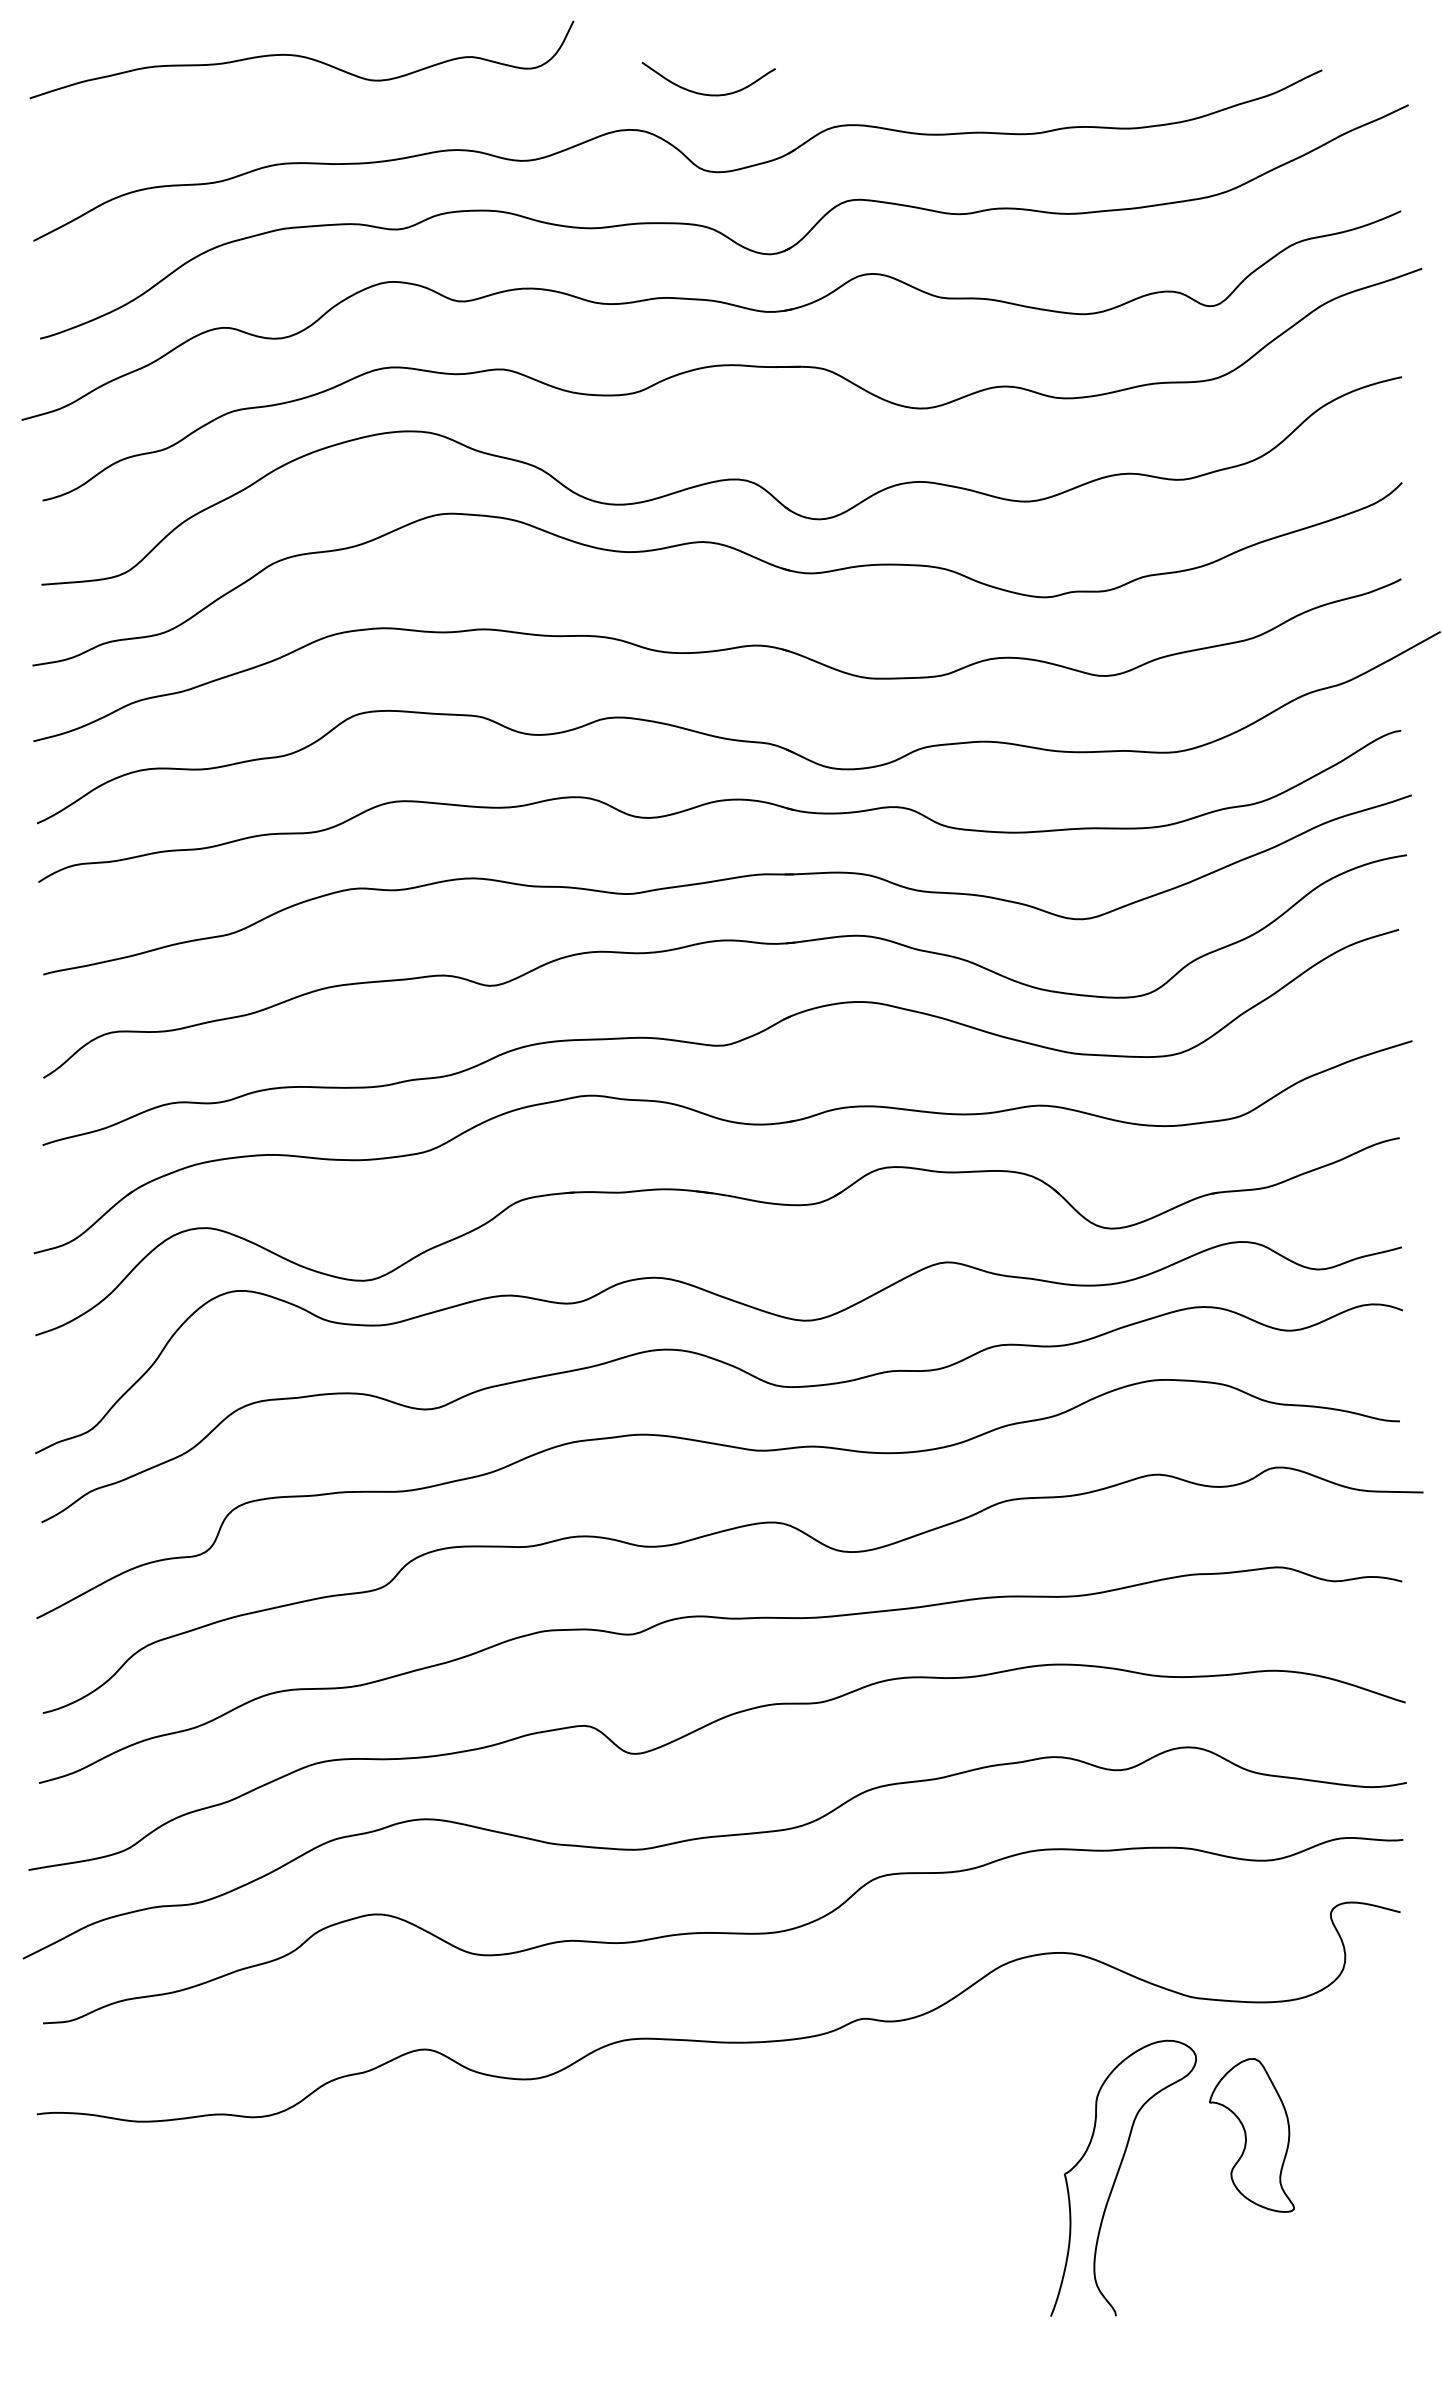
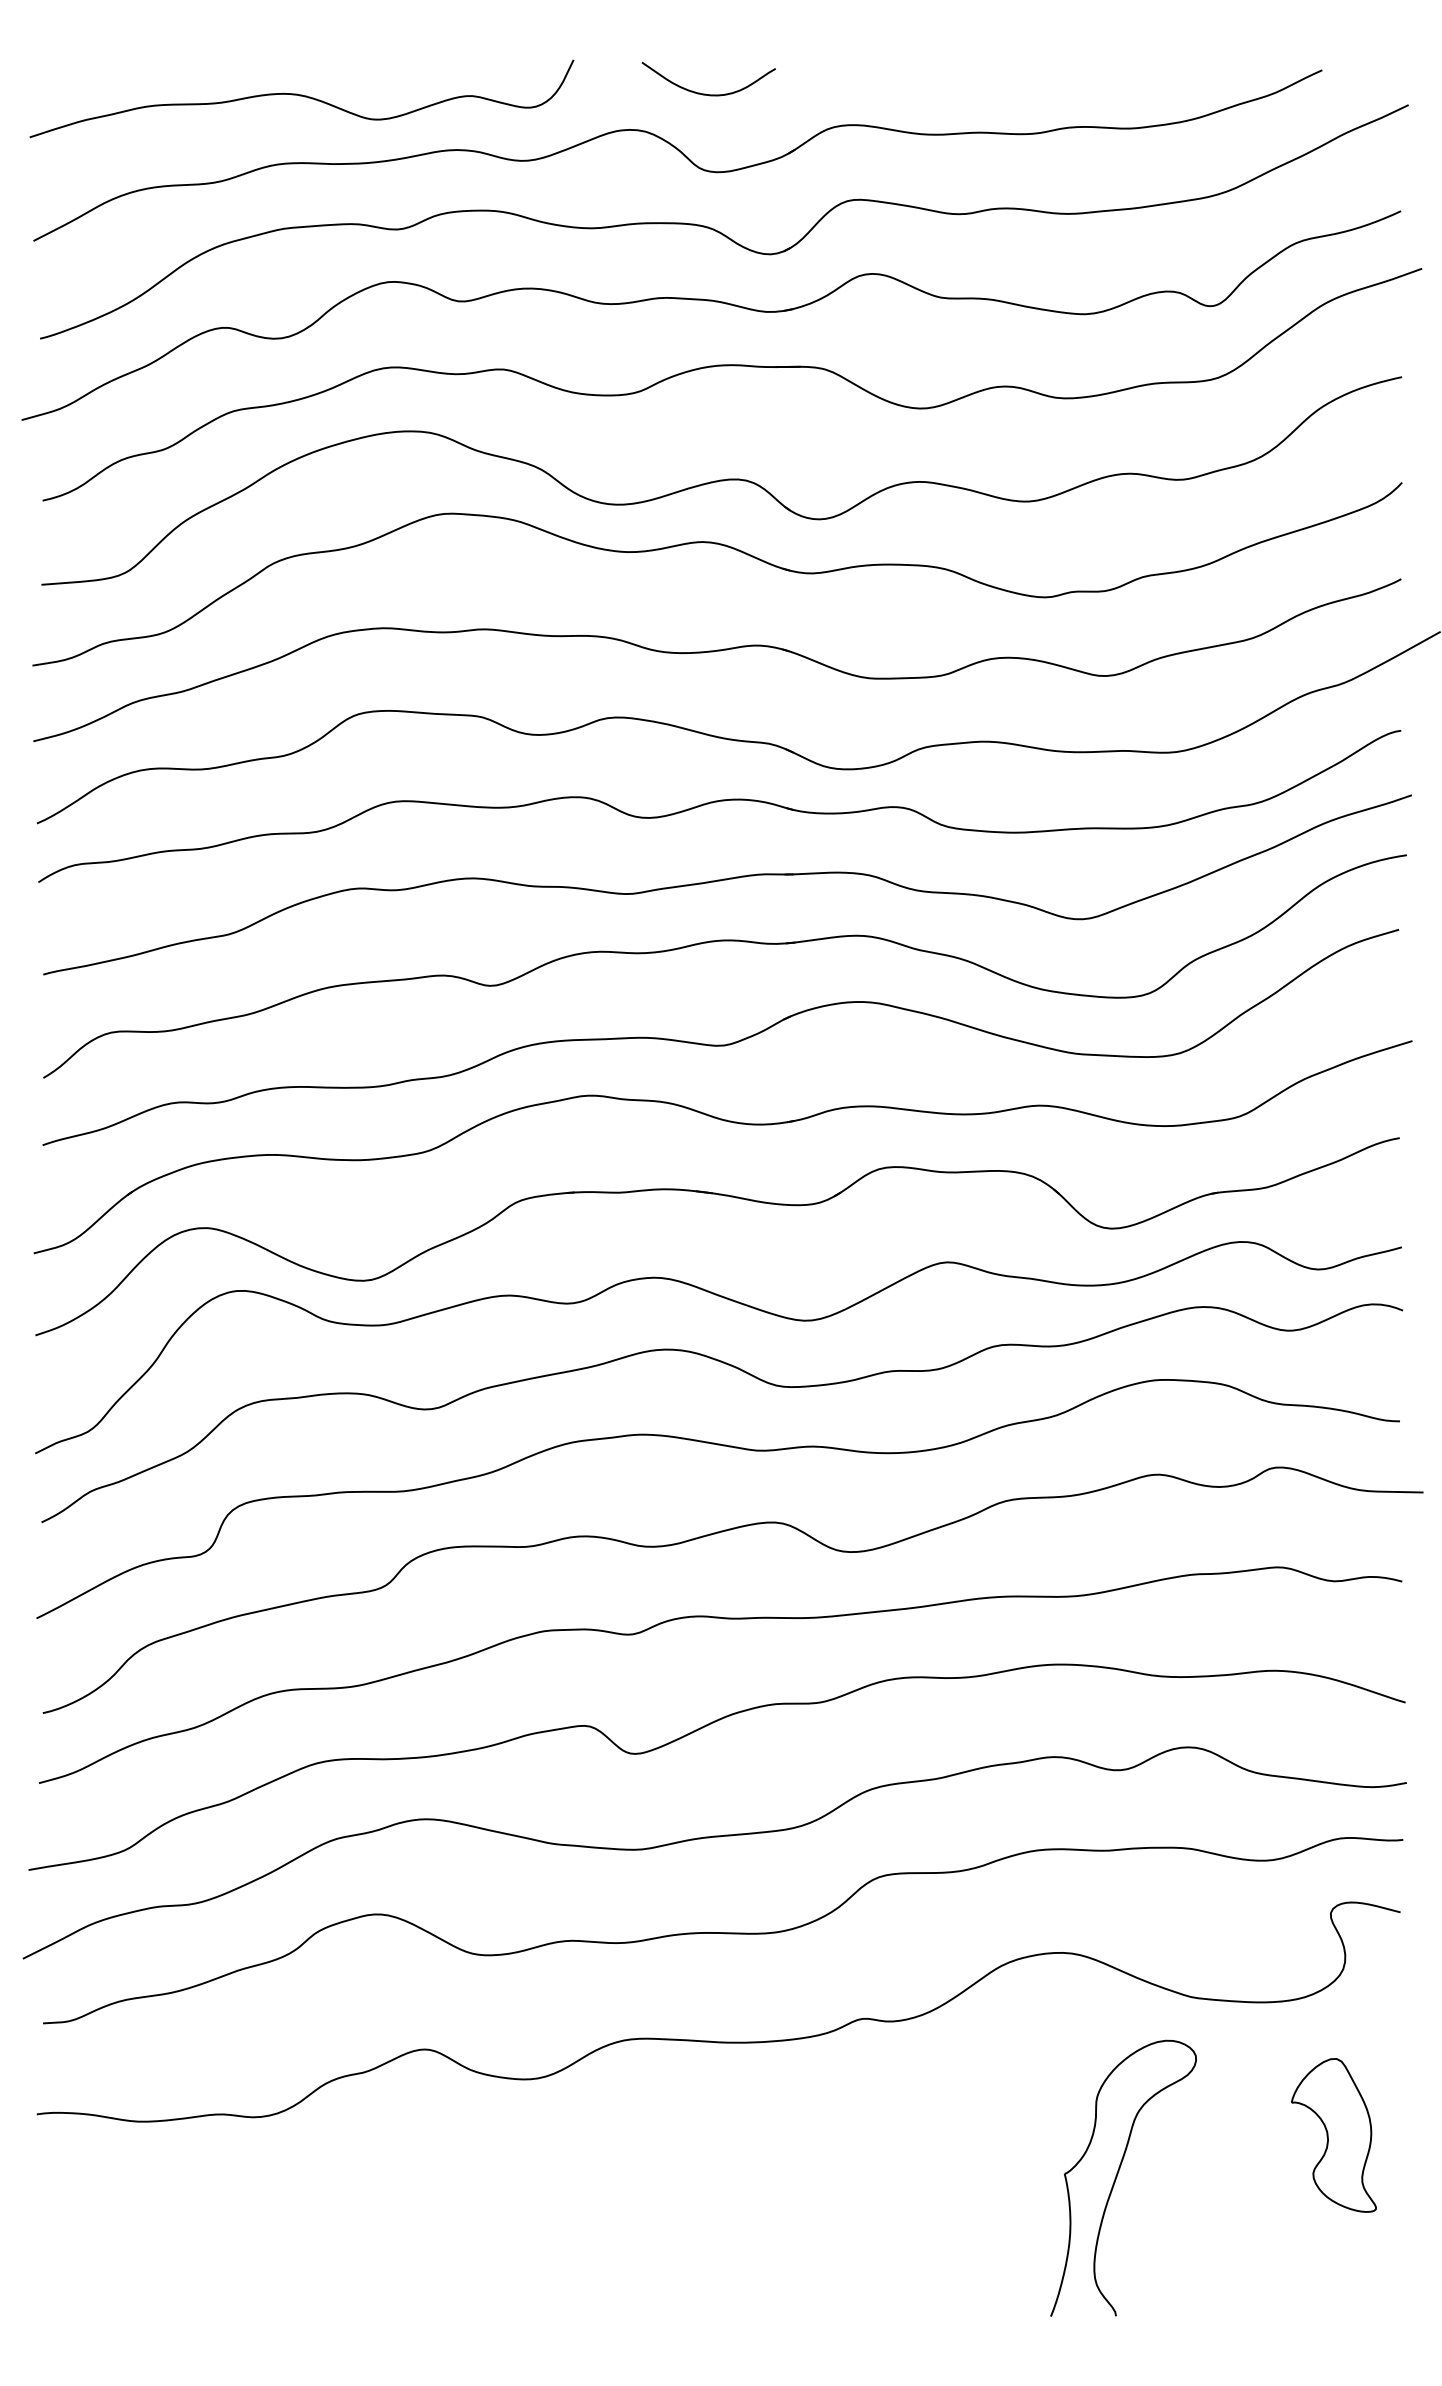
curve at (301, 57) position: (301, 57) -> (301, 96)
part at (1251, 2135) position: (1251, 2135) -> (1333, 2135)
